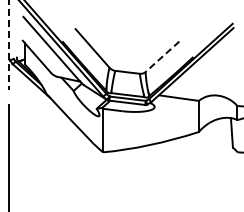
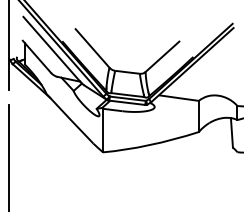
line at (8, 45): dashed -> solid
line at (162, 56): dashed -> solid
